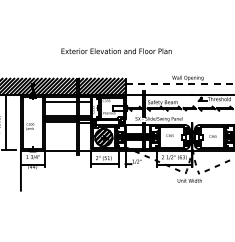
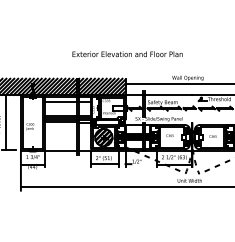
text at (116, 51) position: (116, 51) -> (127, 54)
line at (180, 84): dashed -> solid
line at (125, 186): none -> present
